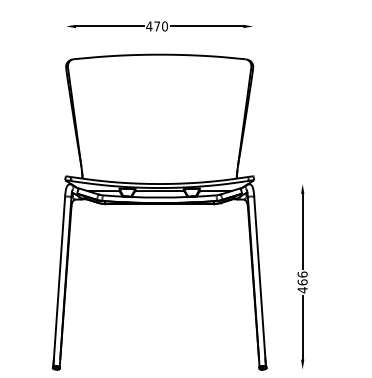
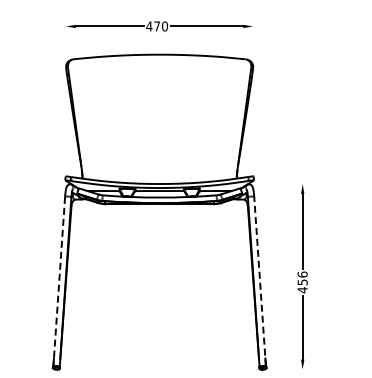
line at (260, 281): solid -> dashed
line at (59, 282): solid -> dashed
text at (302, 282): 466 -> 456
